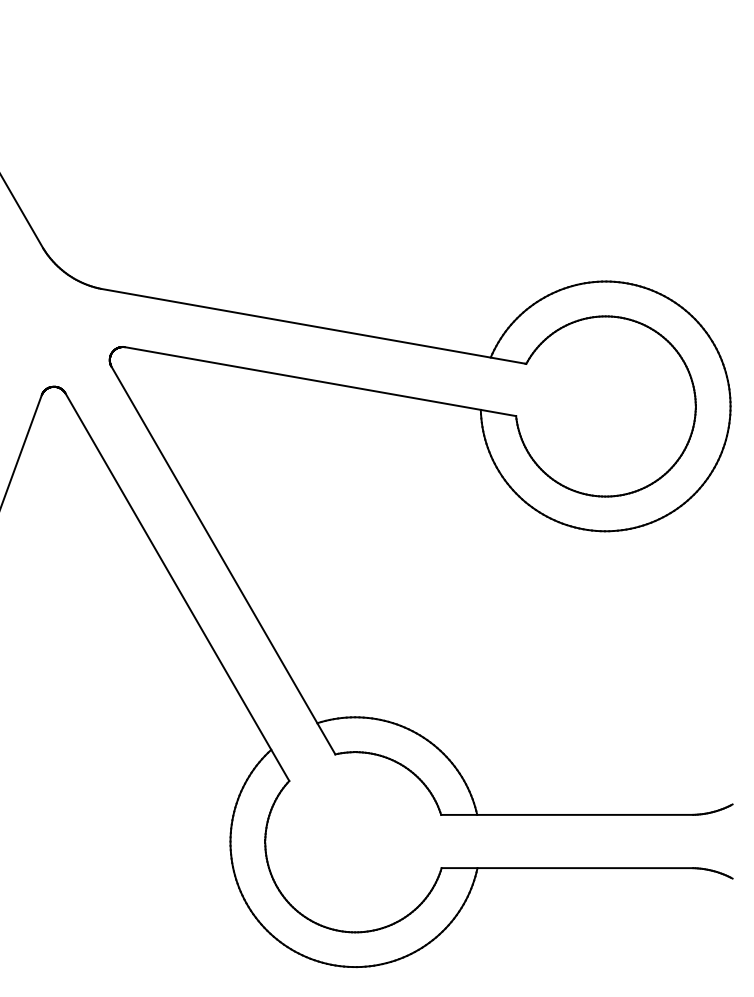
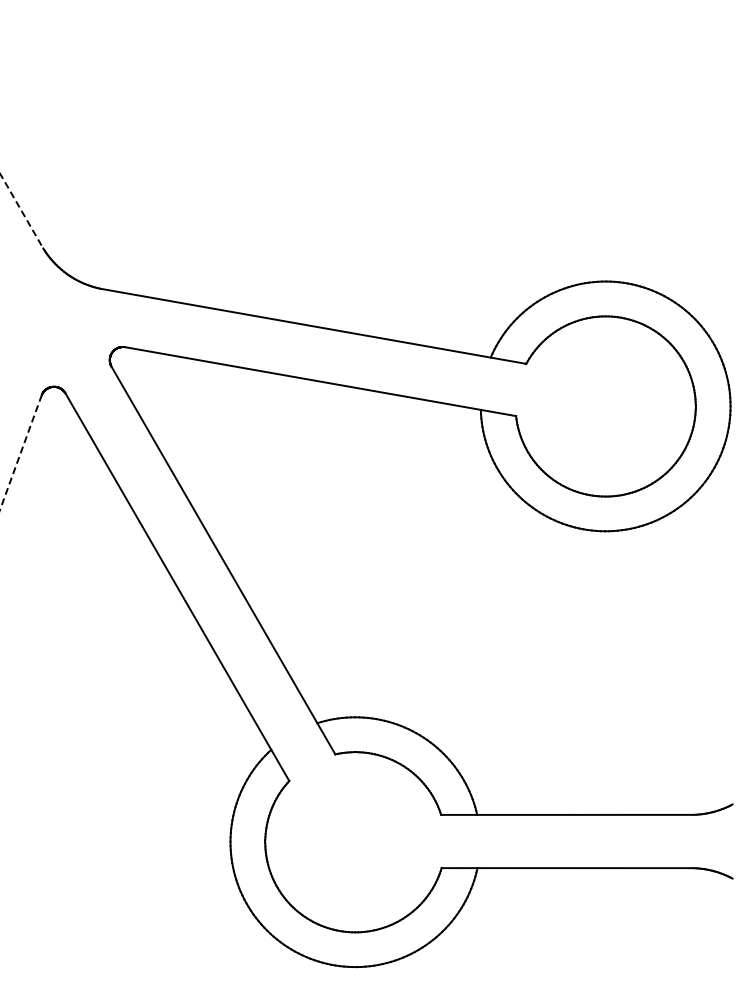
line at (21, 211): solid -> dashed
line at (21, 452): solid -> dashed
